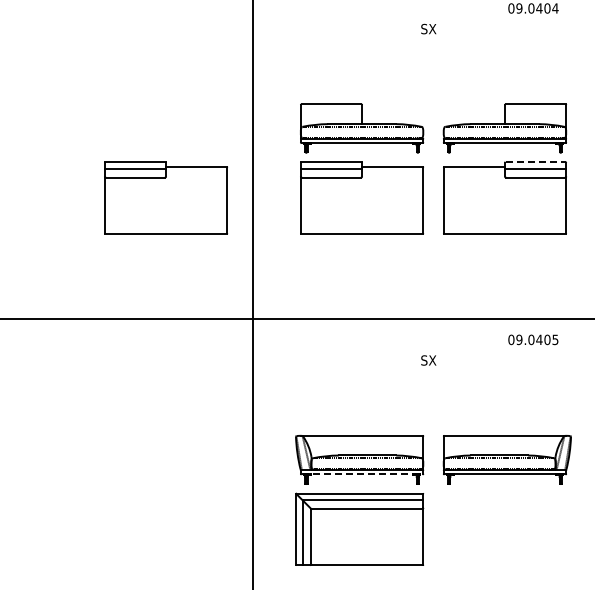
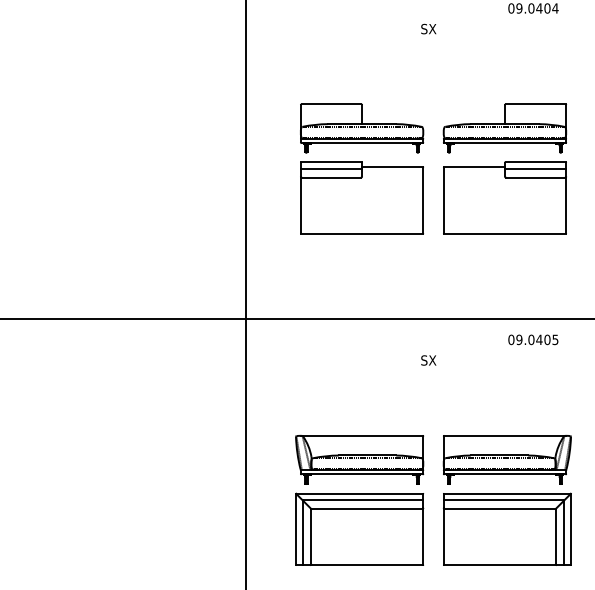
line at (536, 162): dashed -> solid
part at (165, 197): present -> none
line at (253, 294) position: (253, 294) -> (246, 294)
line at (362, 474): dashed -> solid
part at (507, 528): none -> present
